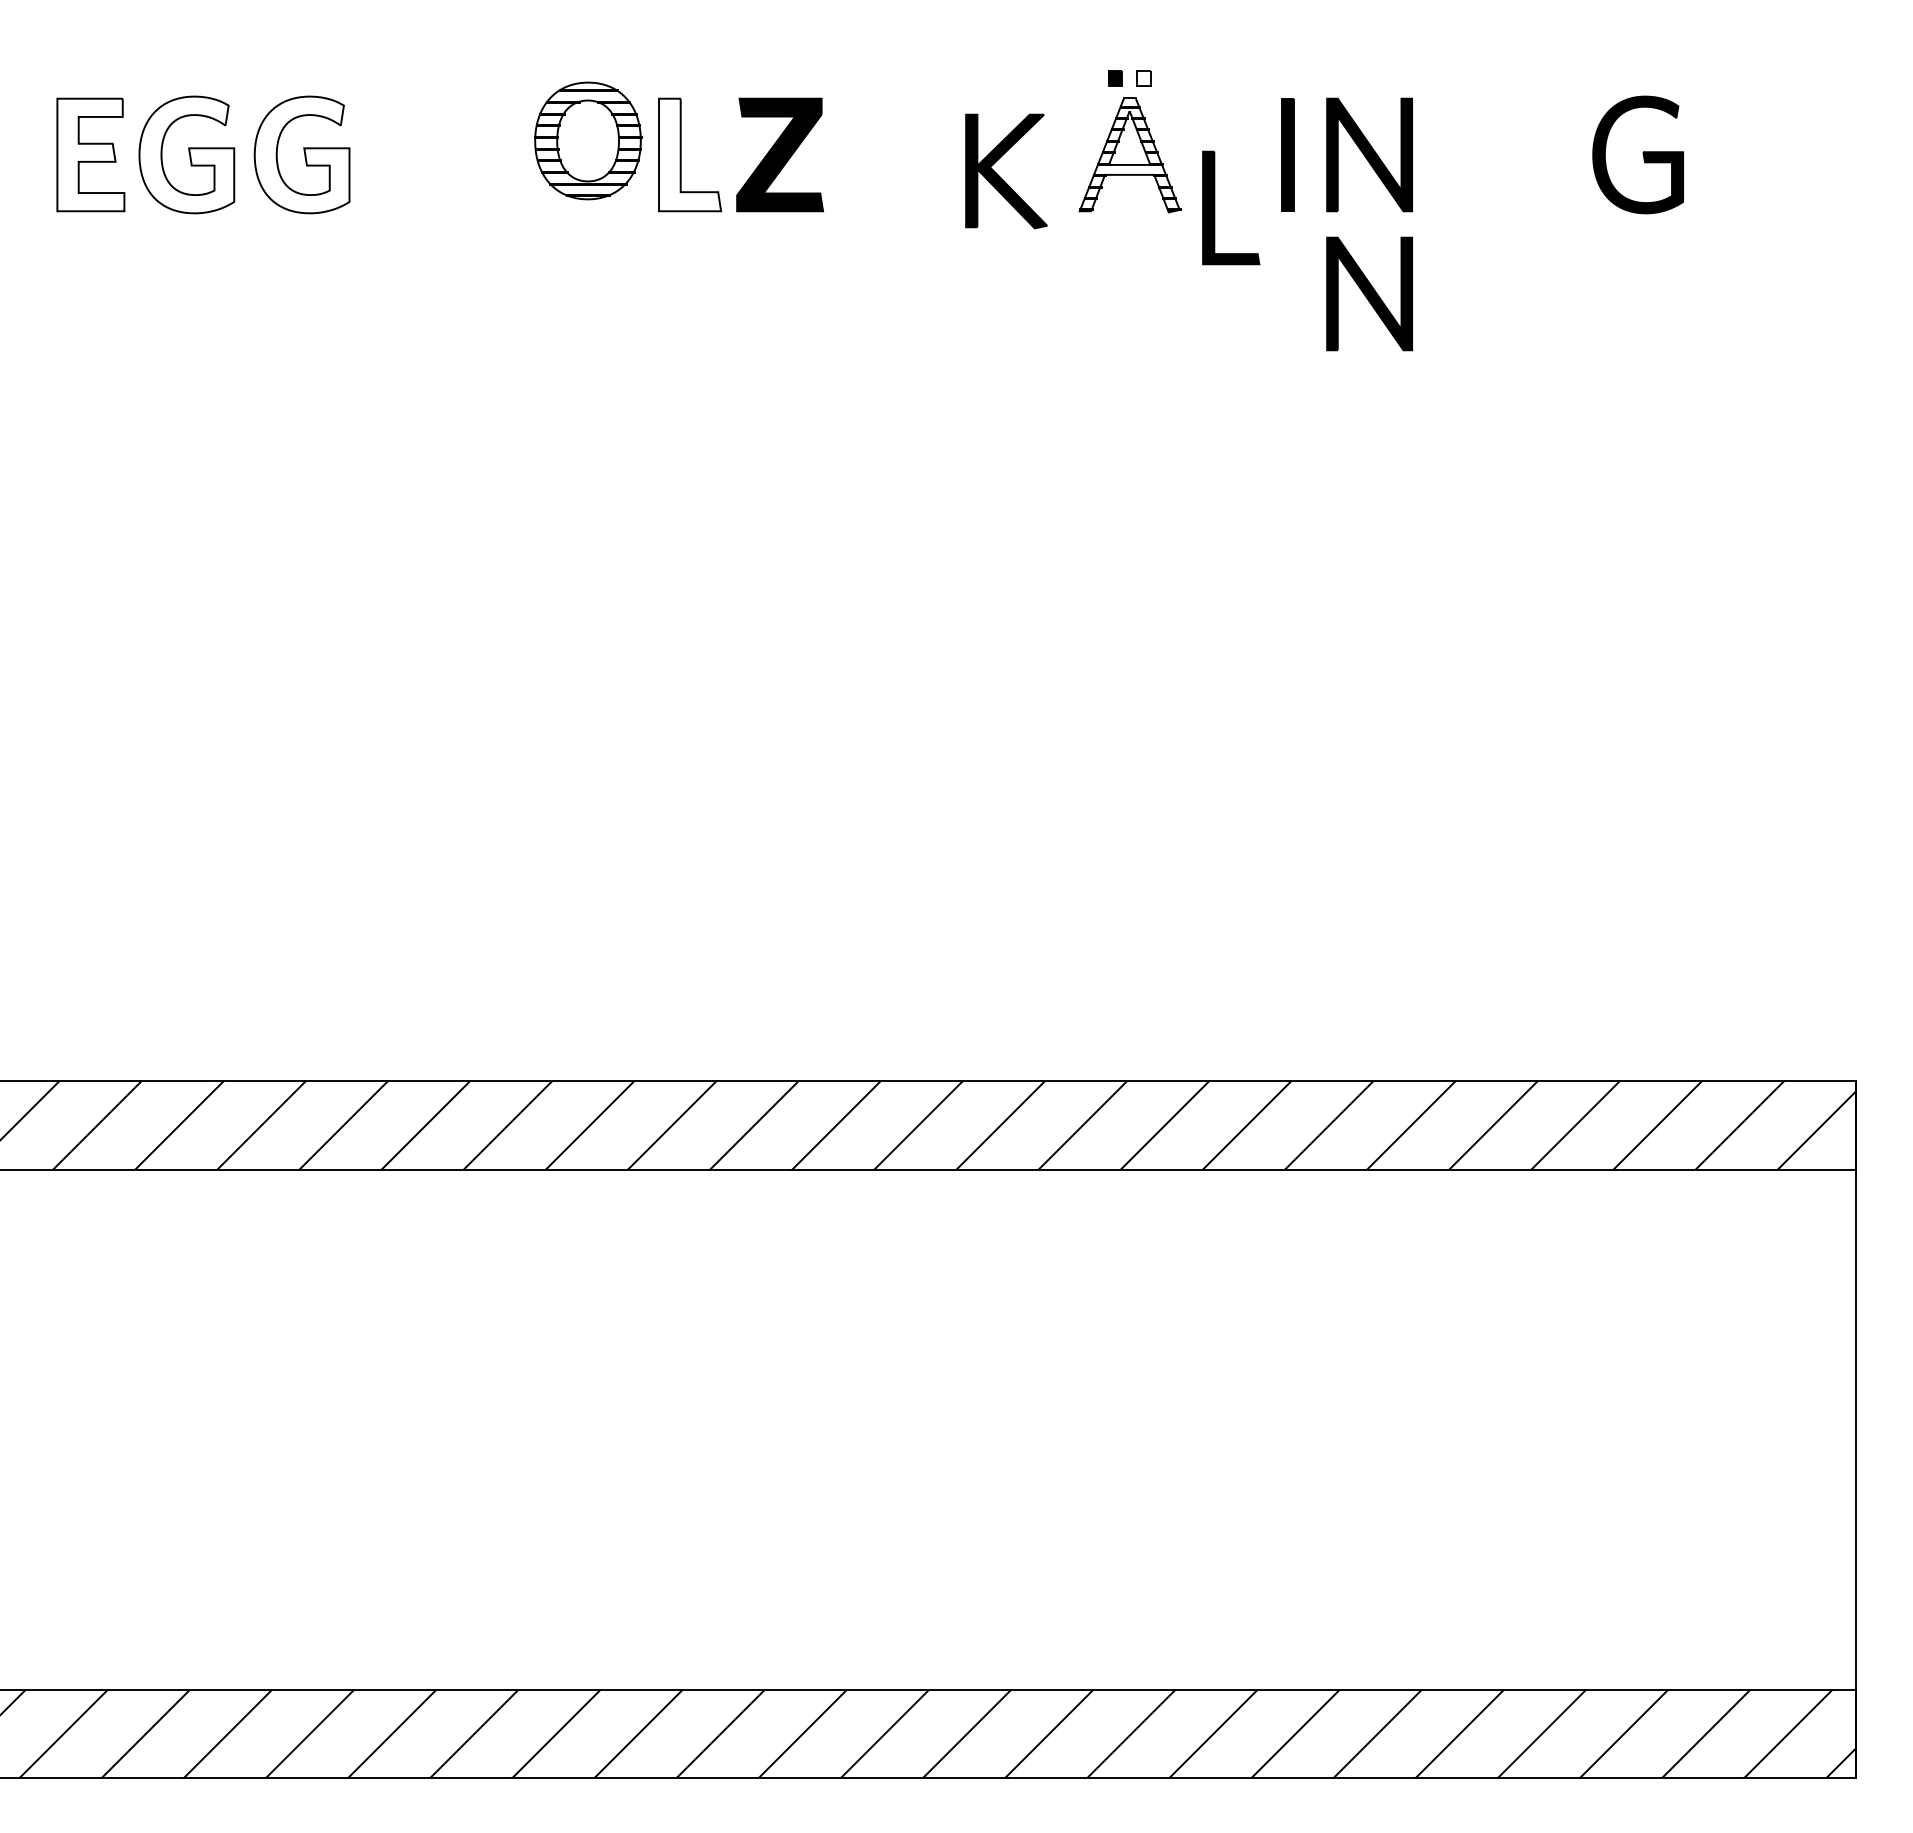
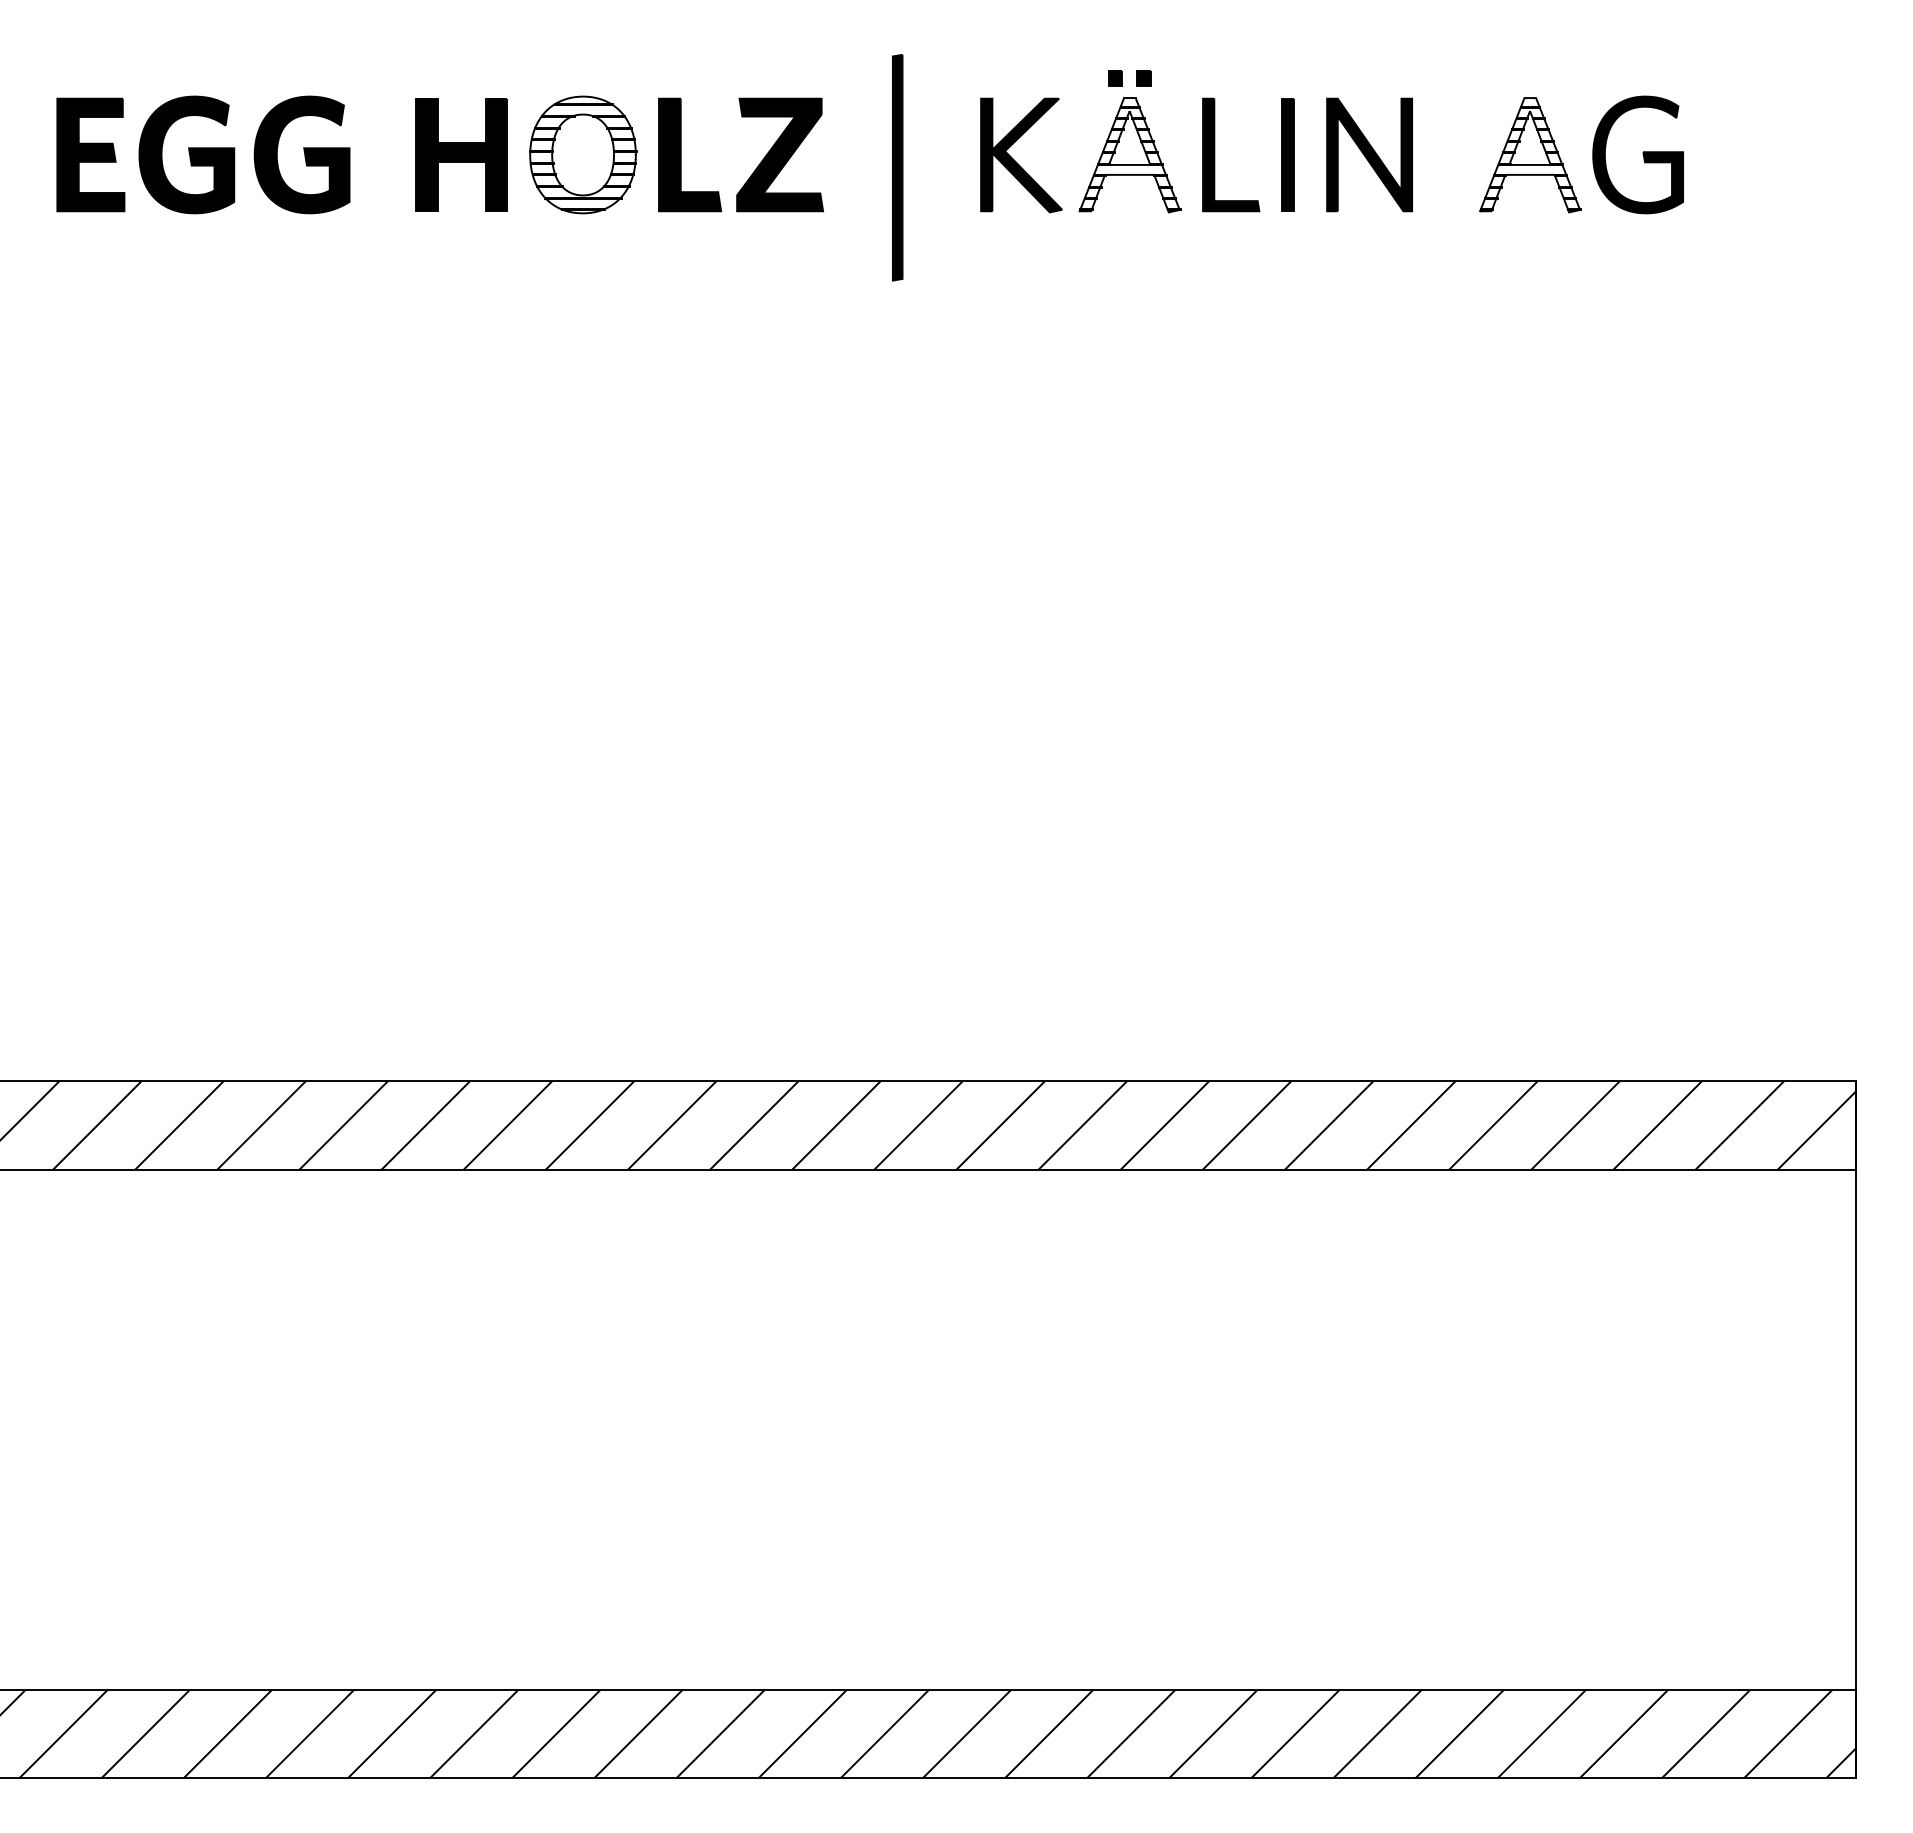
fill at (1143, 78): none -> present
part at (588, 140) position: (588, 140) -> (583, 154)
fill at (90, 154): none -> present
fill at (186, 154): none -> present
fill at (301, 154): none -> present
part at (461, 154): none -> present
fill at (690, 154): none -> present
part at (1530, 155): none -> present
part at (897, 167): none -> present
part at (1000, 176) position: (1000, 176) -> (1015, 160)
part at (1215, 207) position: (1215, 207) -> (1215, 154)
part at (1369, 293): present -> none
